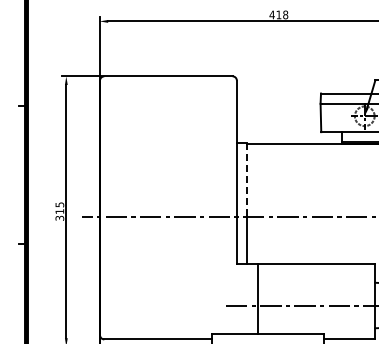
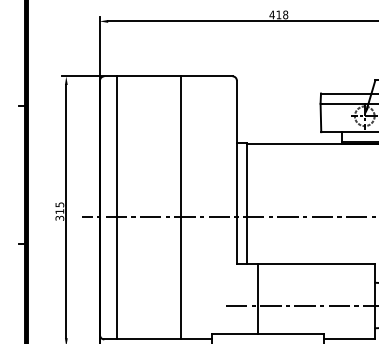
line at (247, 180): dashed -> solid
line at (117, 207): none -> present
line at (181, 207): none -> present
